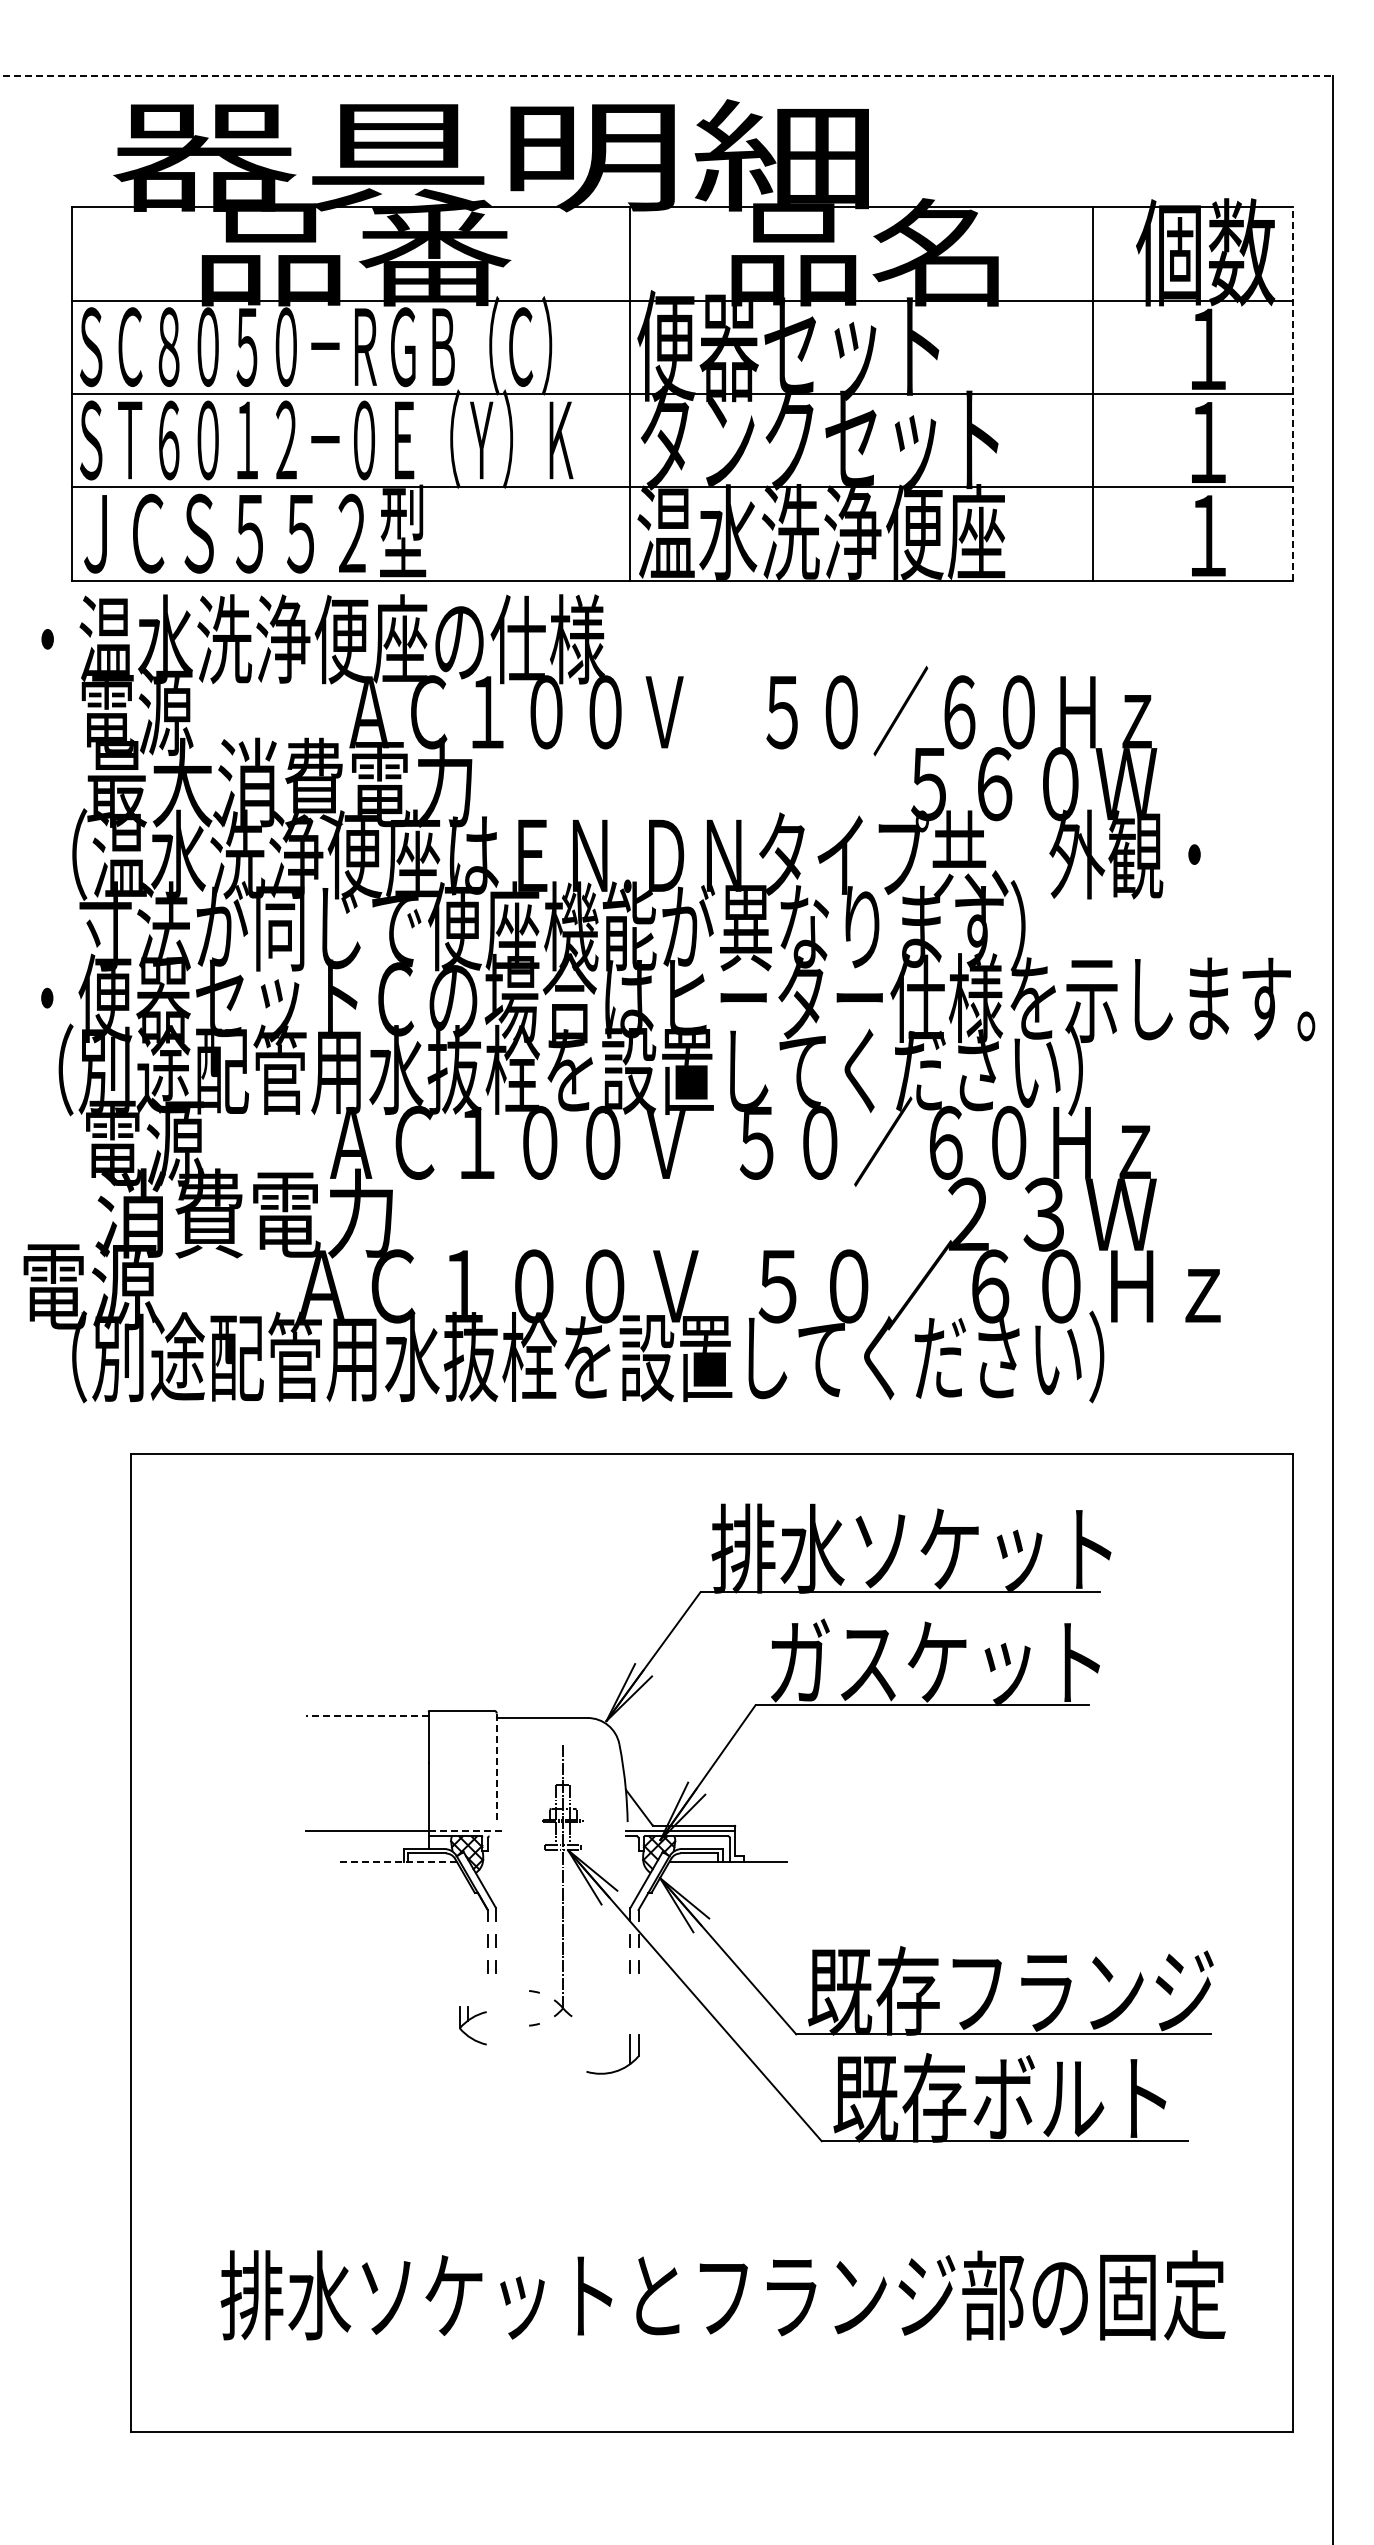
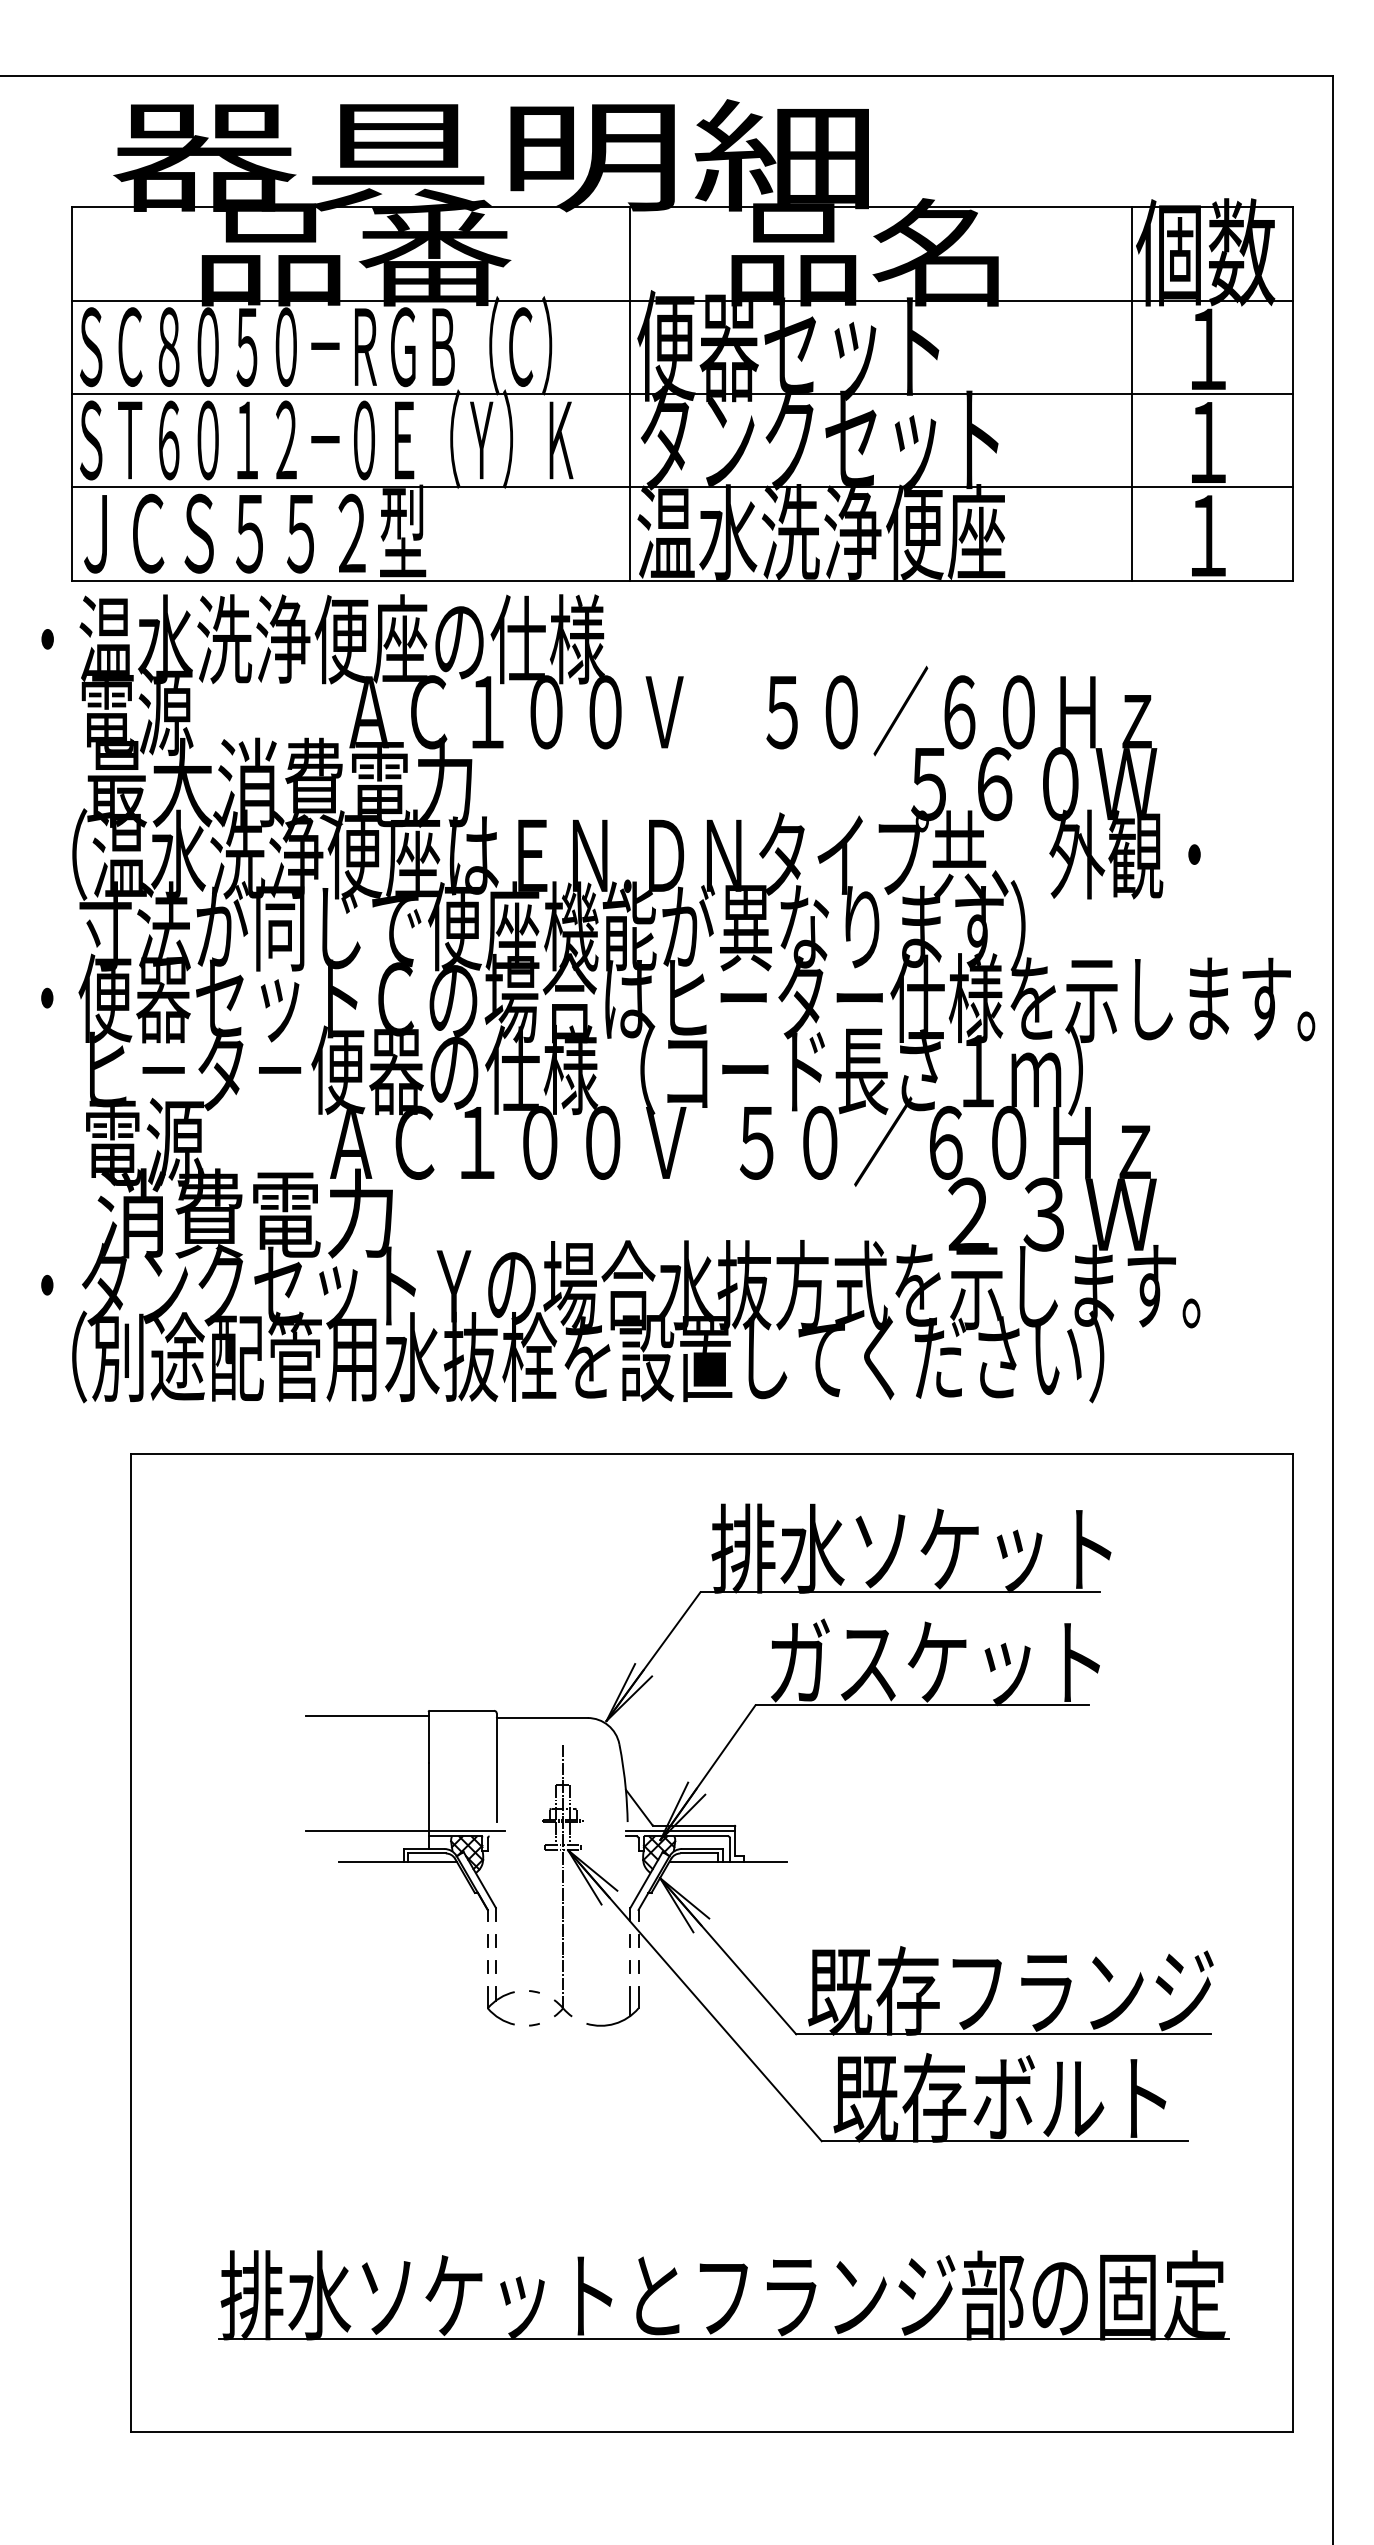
line at (667, 76): dashed -> solid
line at (1092, 393) position: (1092, 393) -> (1131, 393)
line at (1293, 393): dashed -> solid
text at (559, 1069): （別途配管用水抜栓を設置してください） -> ヒ－タ－便器の仕様（コード長さ１ｍ）
text at (621, 1284): 電源        ＡＣ１００Ｖ  ５０／６０Ｈｚ -> ・タンクセットＹの場合水抜方式を示します。
line at (366, 1716): dashed -> solid
line at (496, 1768): dashed -> solid
line at (467, 1831): dashed -> solid
line at (397, 1861): dashed -> solid
part at (472, 2025) position: (472, 2025) -> (500, 2005)
part at (620, 2068) position: (620, 2068) -> (620, 2020)
line at (723, 2338): none -> present
